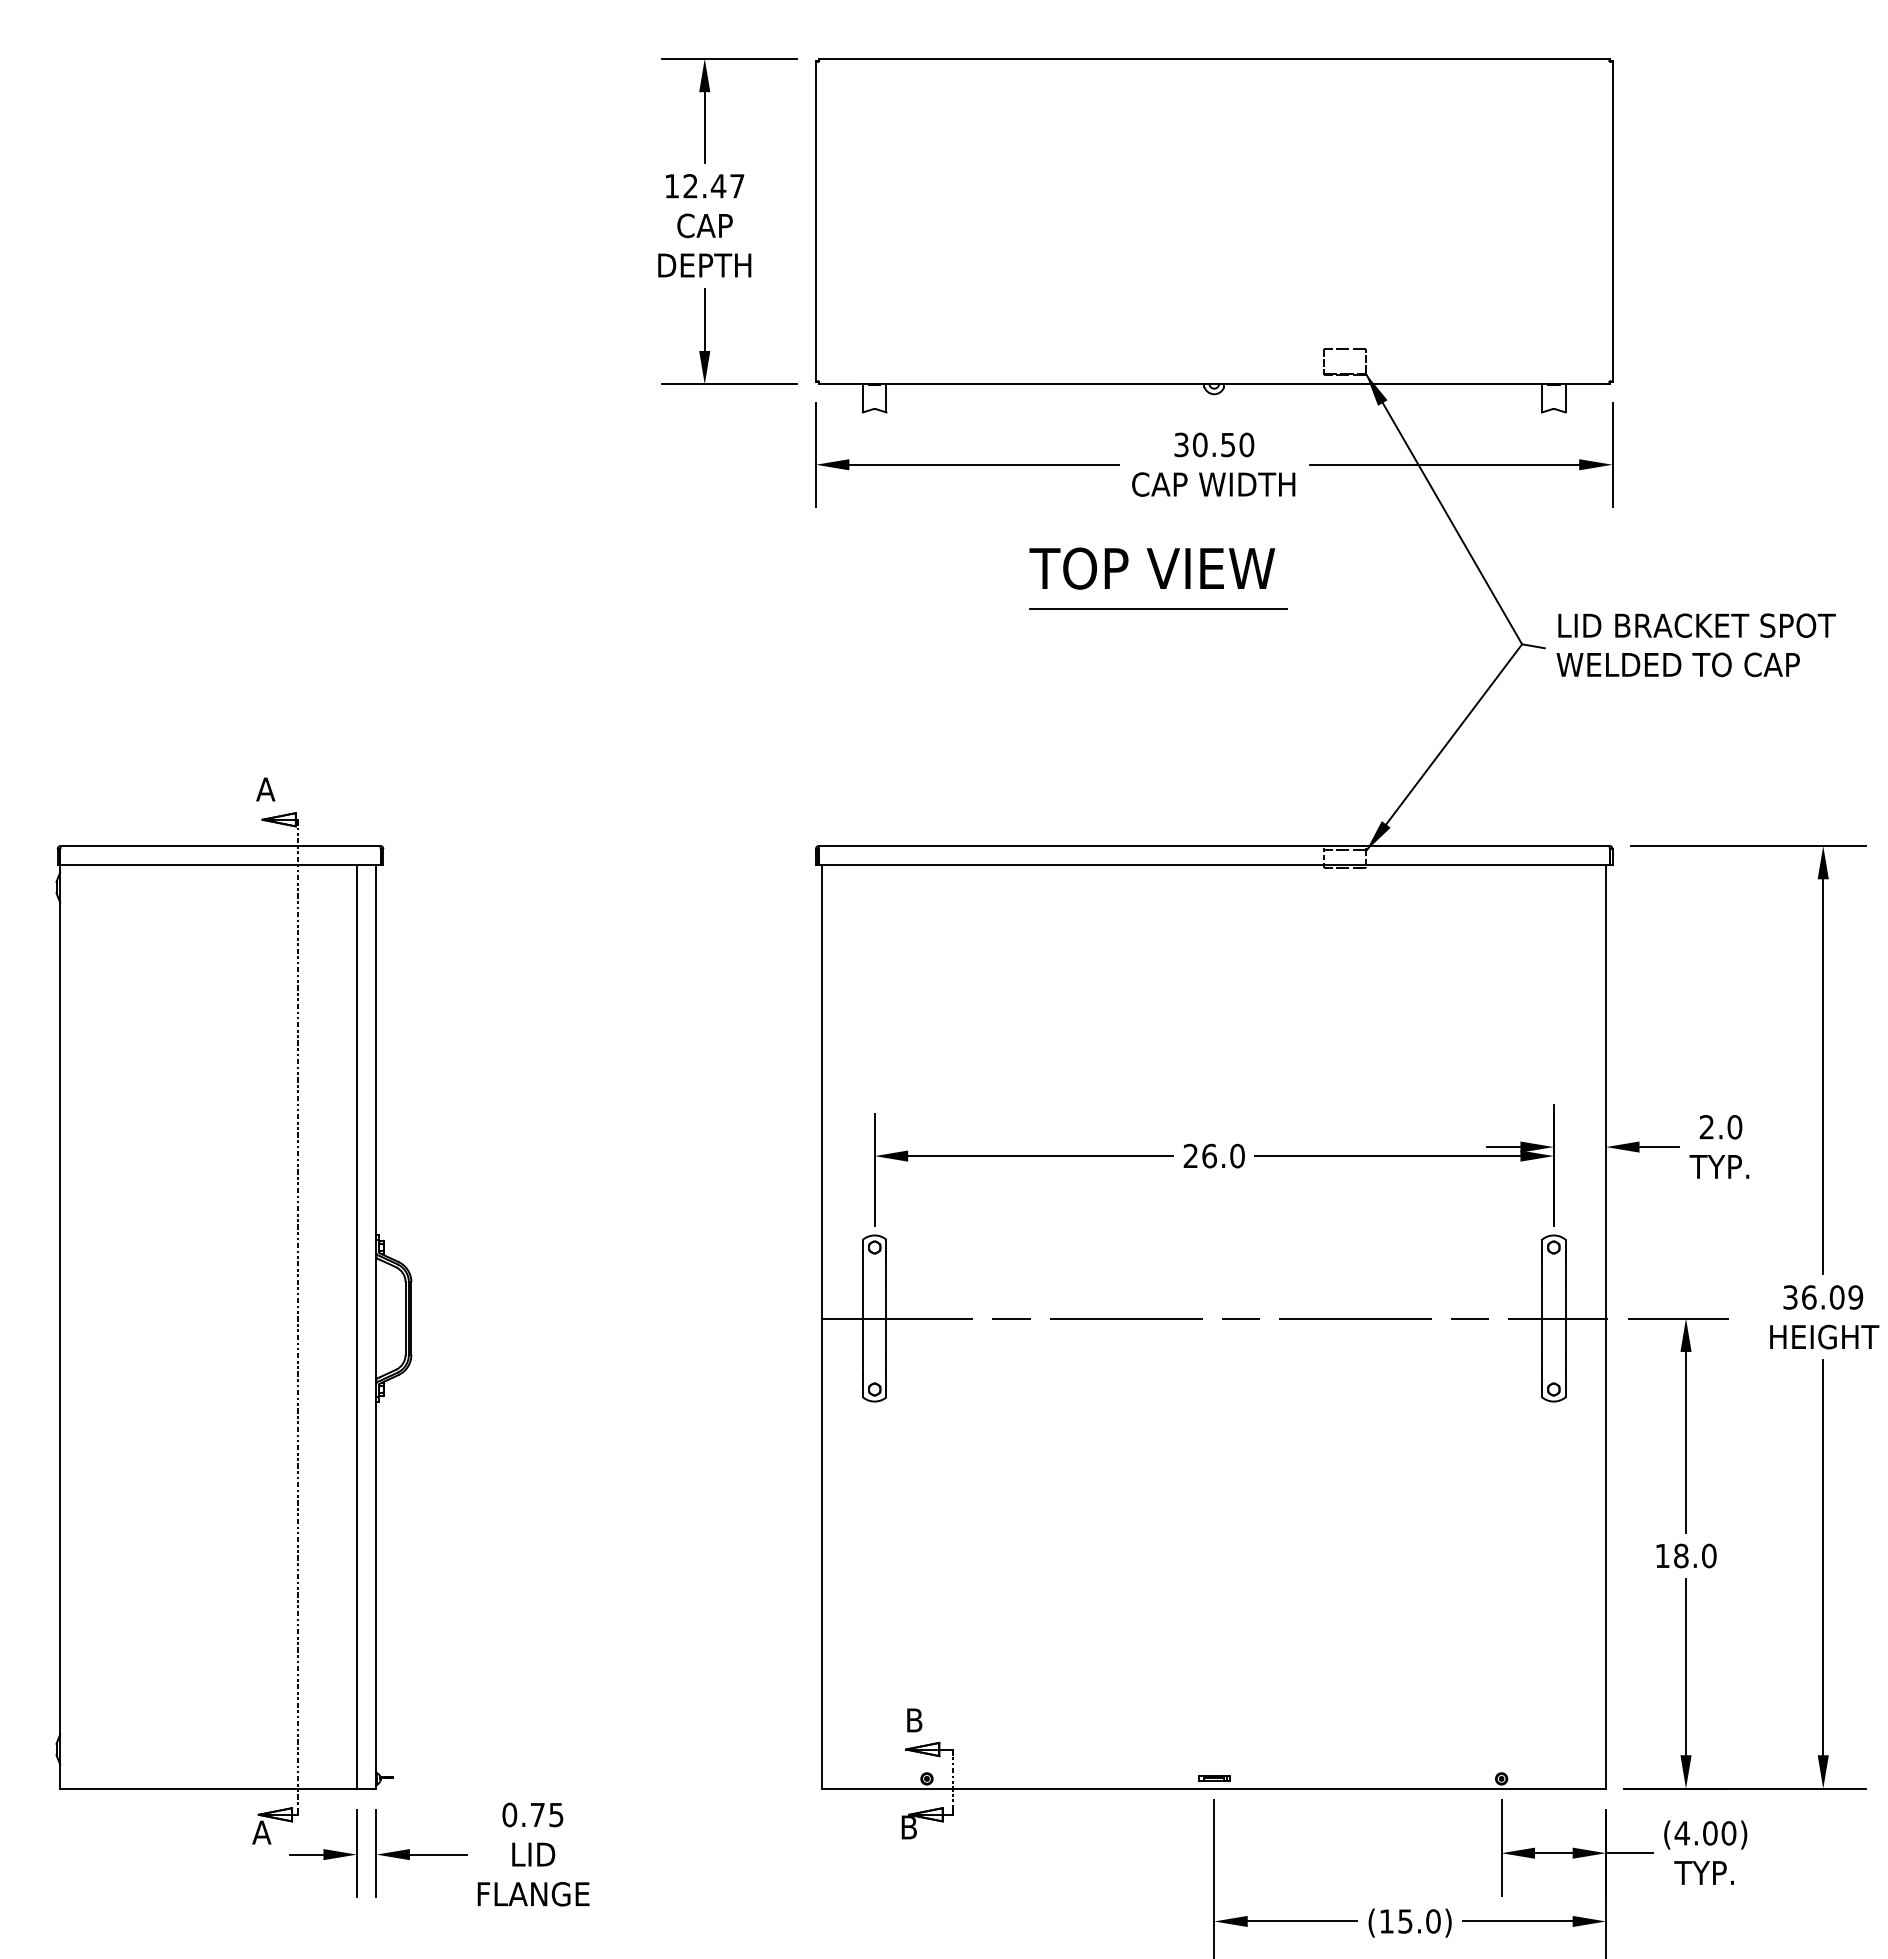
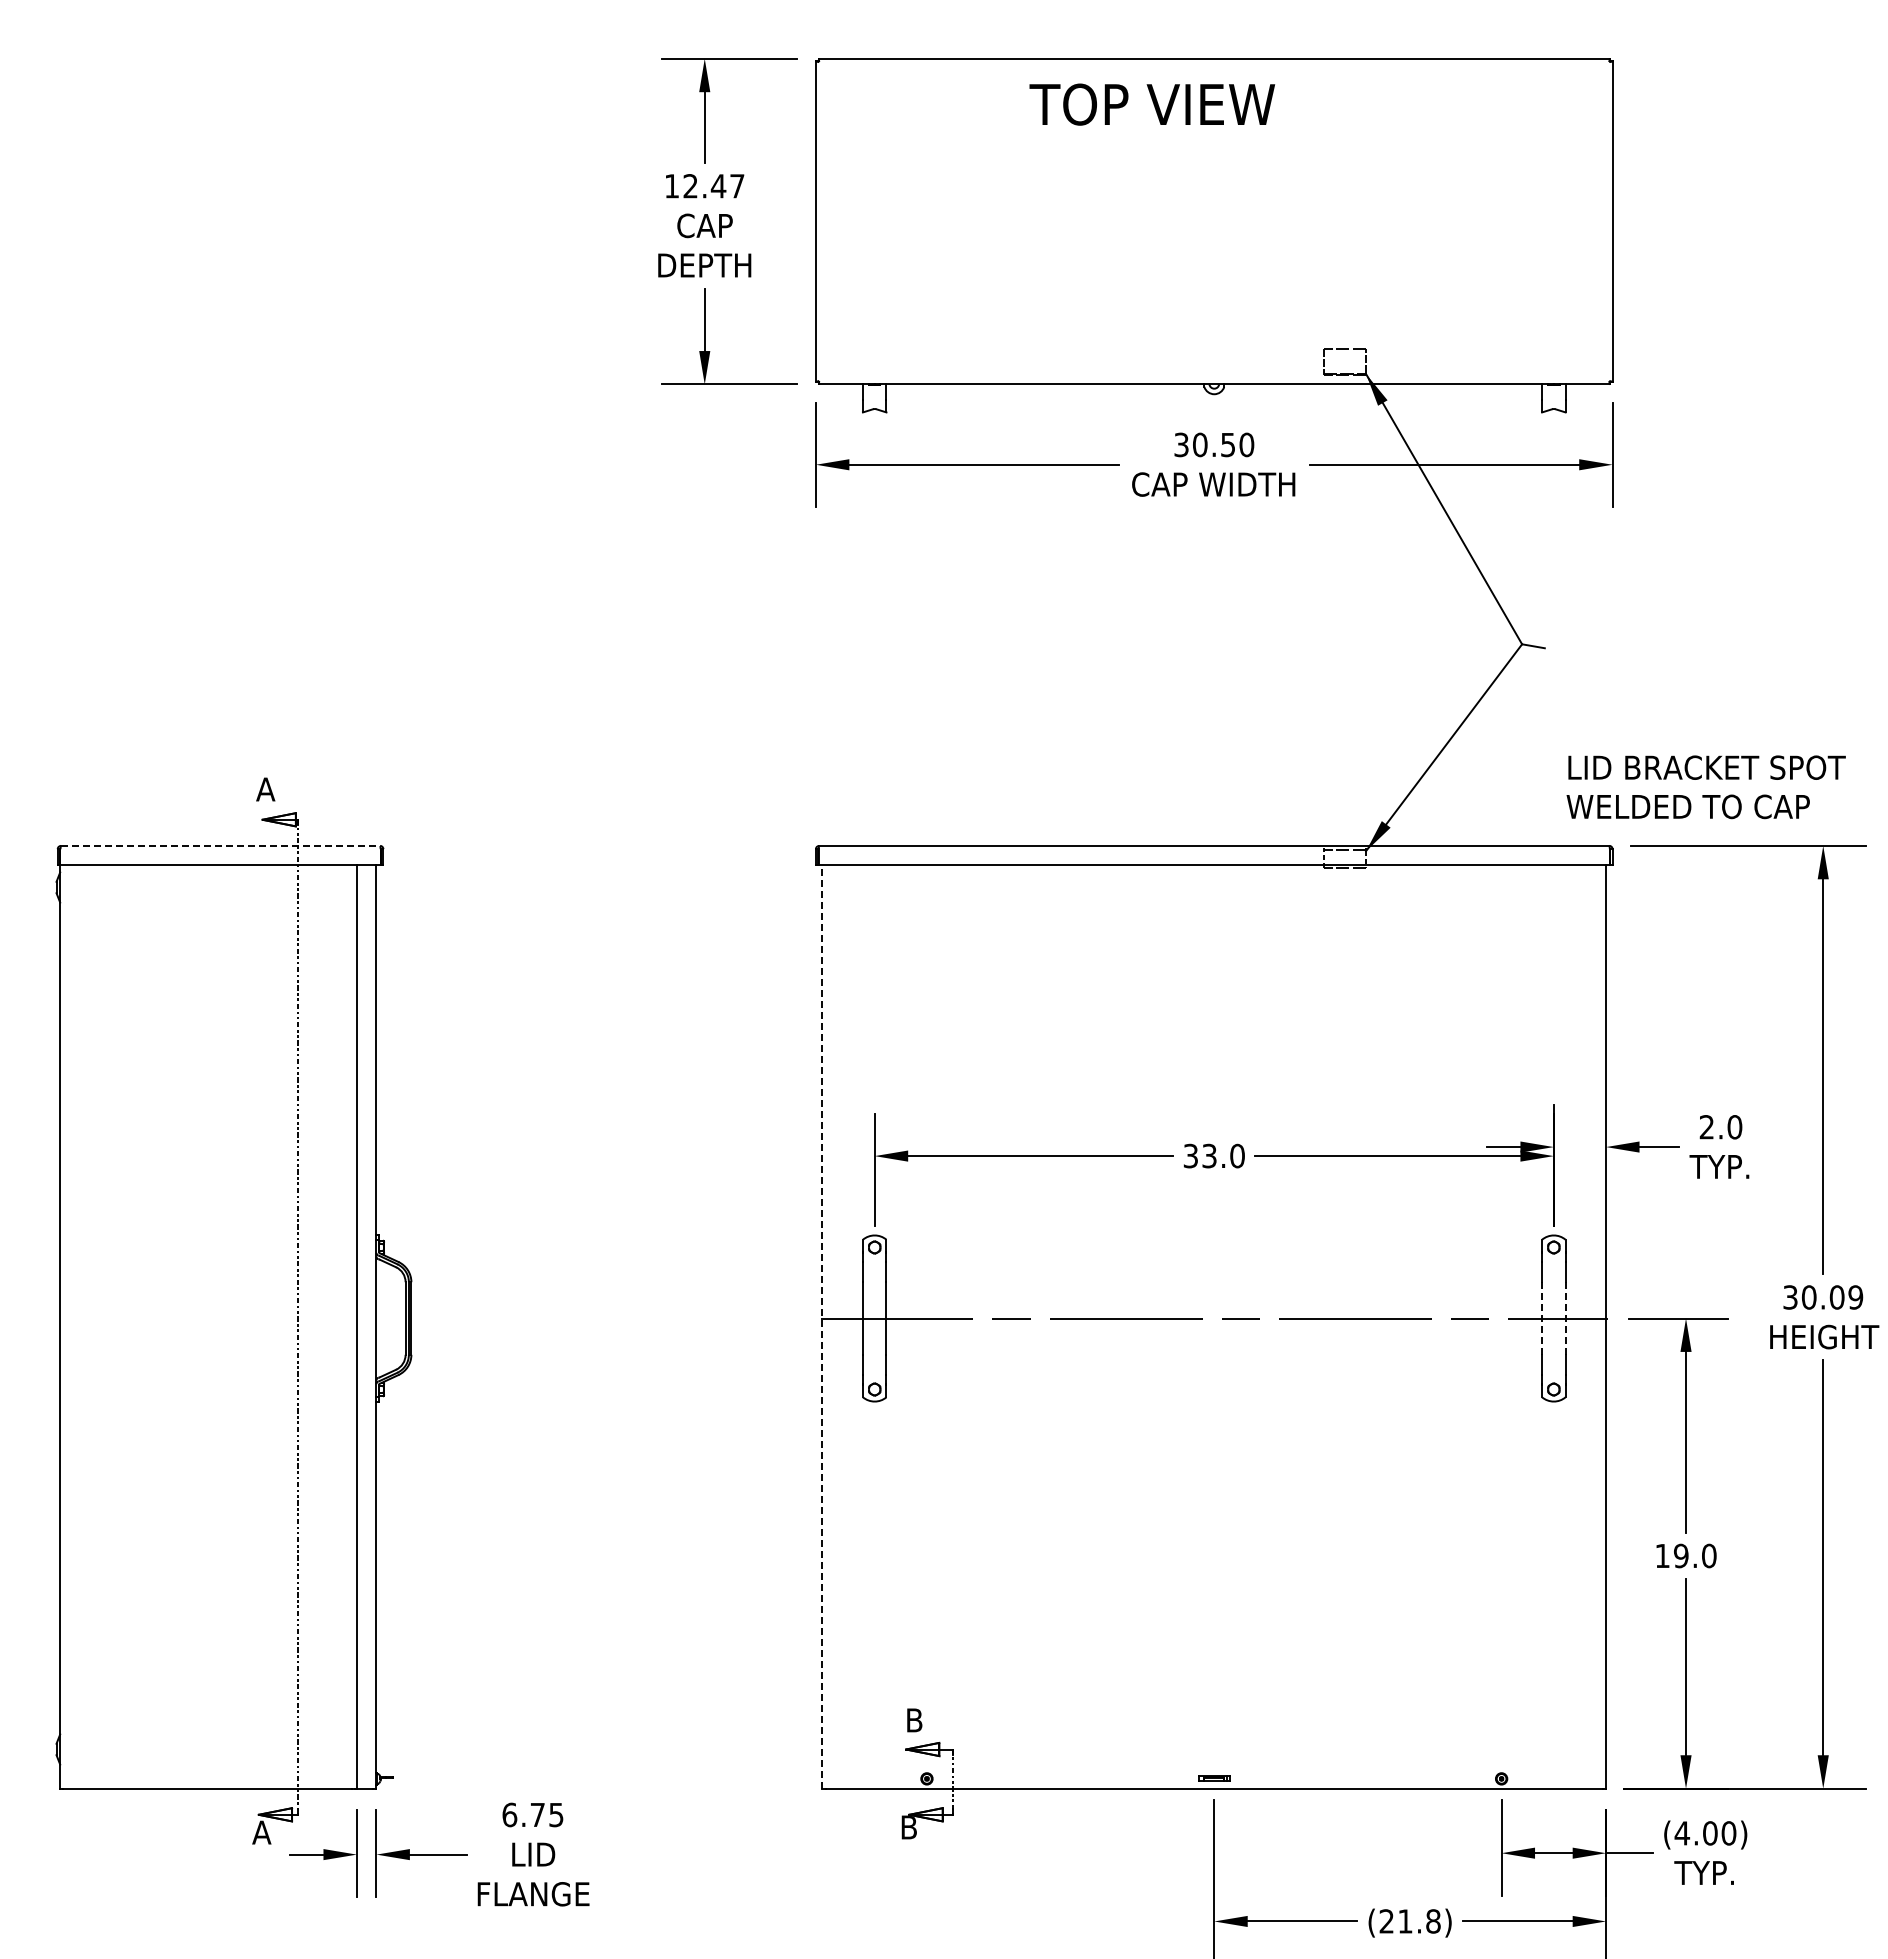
text at (1152, 568) position: (1152, 568) -> (1152, 104)
line at (1157, 608): present -> none
text at (1695, 645) position: (1695, 645) -> (1705, 787)
line at (220, 845): solid -> dashed
text at (1200, 1155): 26.0 -> 33.0
text at (1808, 1297): 36.09 -> 30.09
line at (1542, 1318): solid -> dashed
line at (1565, 1318): solid -> dashed
line at (822, 1327): solid -> dashed
text at (1681, 1555): 18.0 -> 19.0
text at (509, 1814): 0.75 -> 6.75
text at (1409, 1921): (15.0) -> (21.8)
